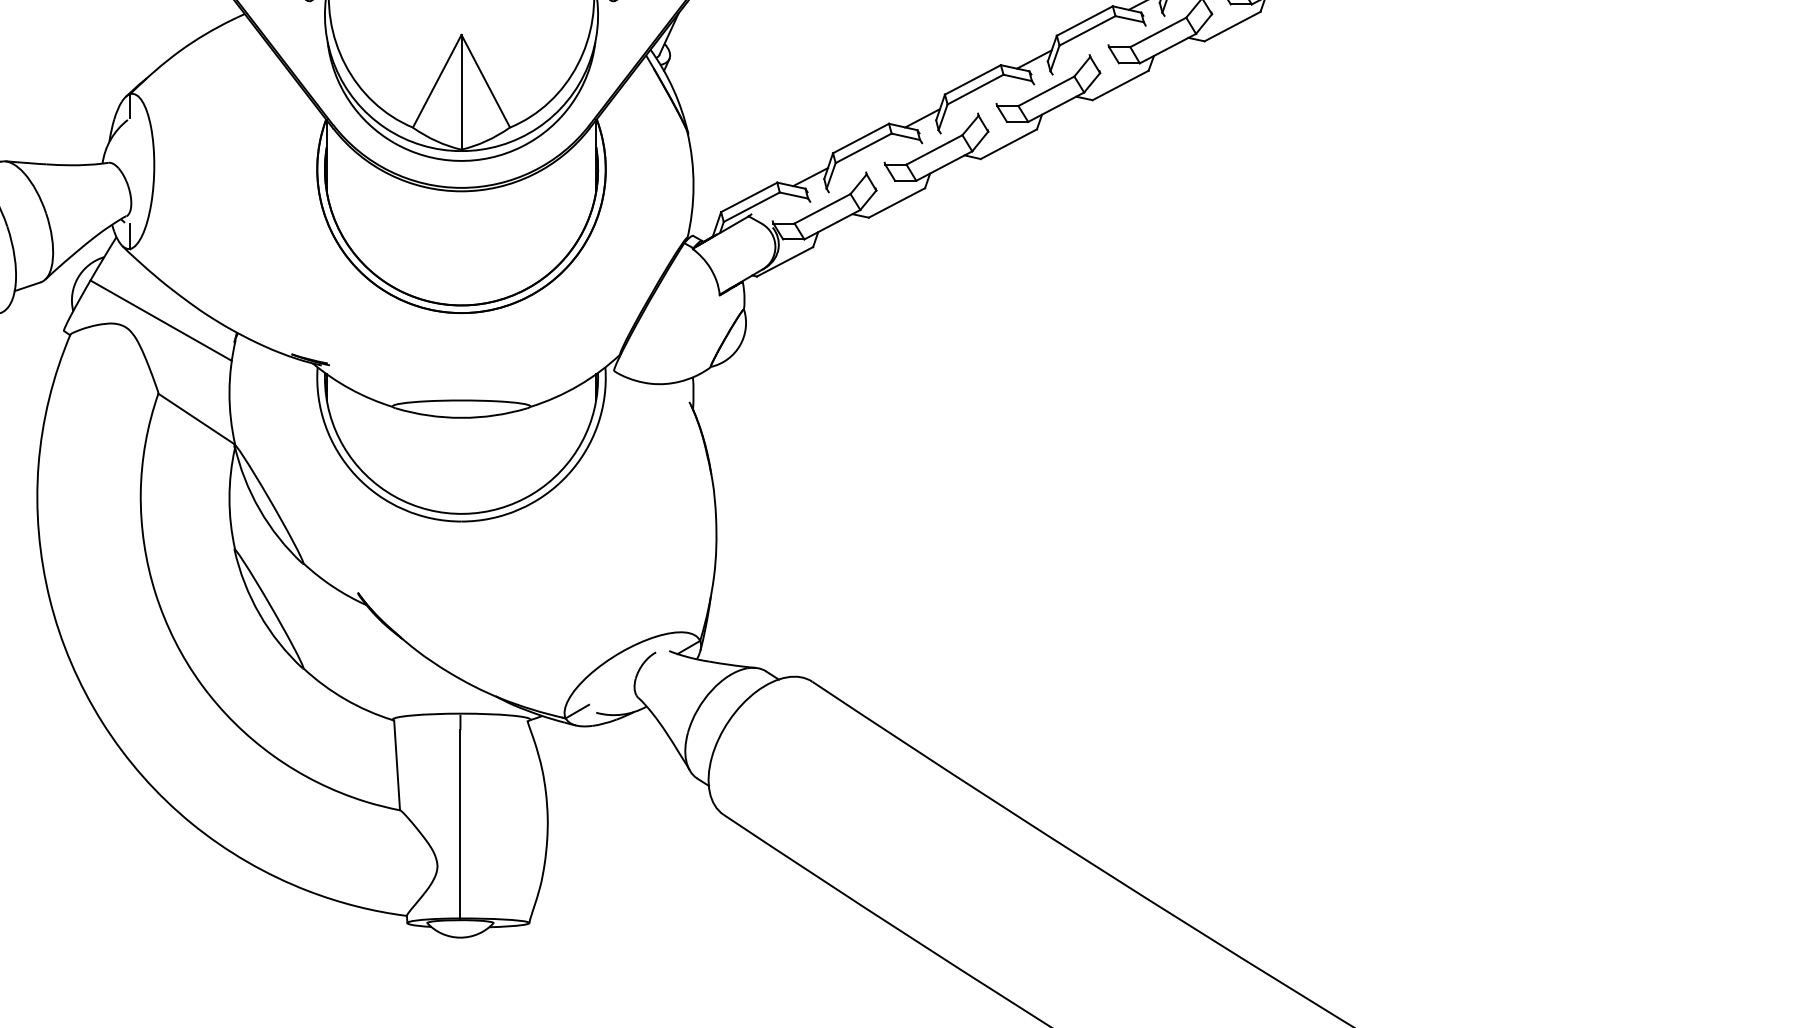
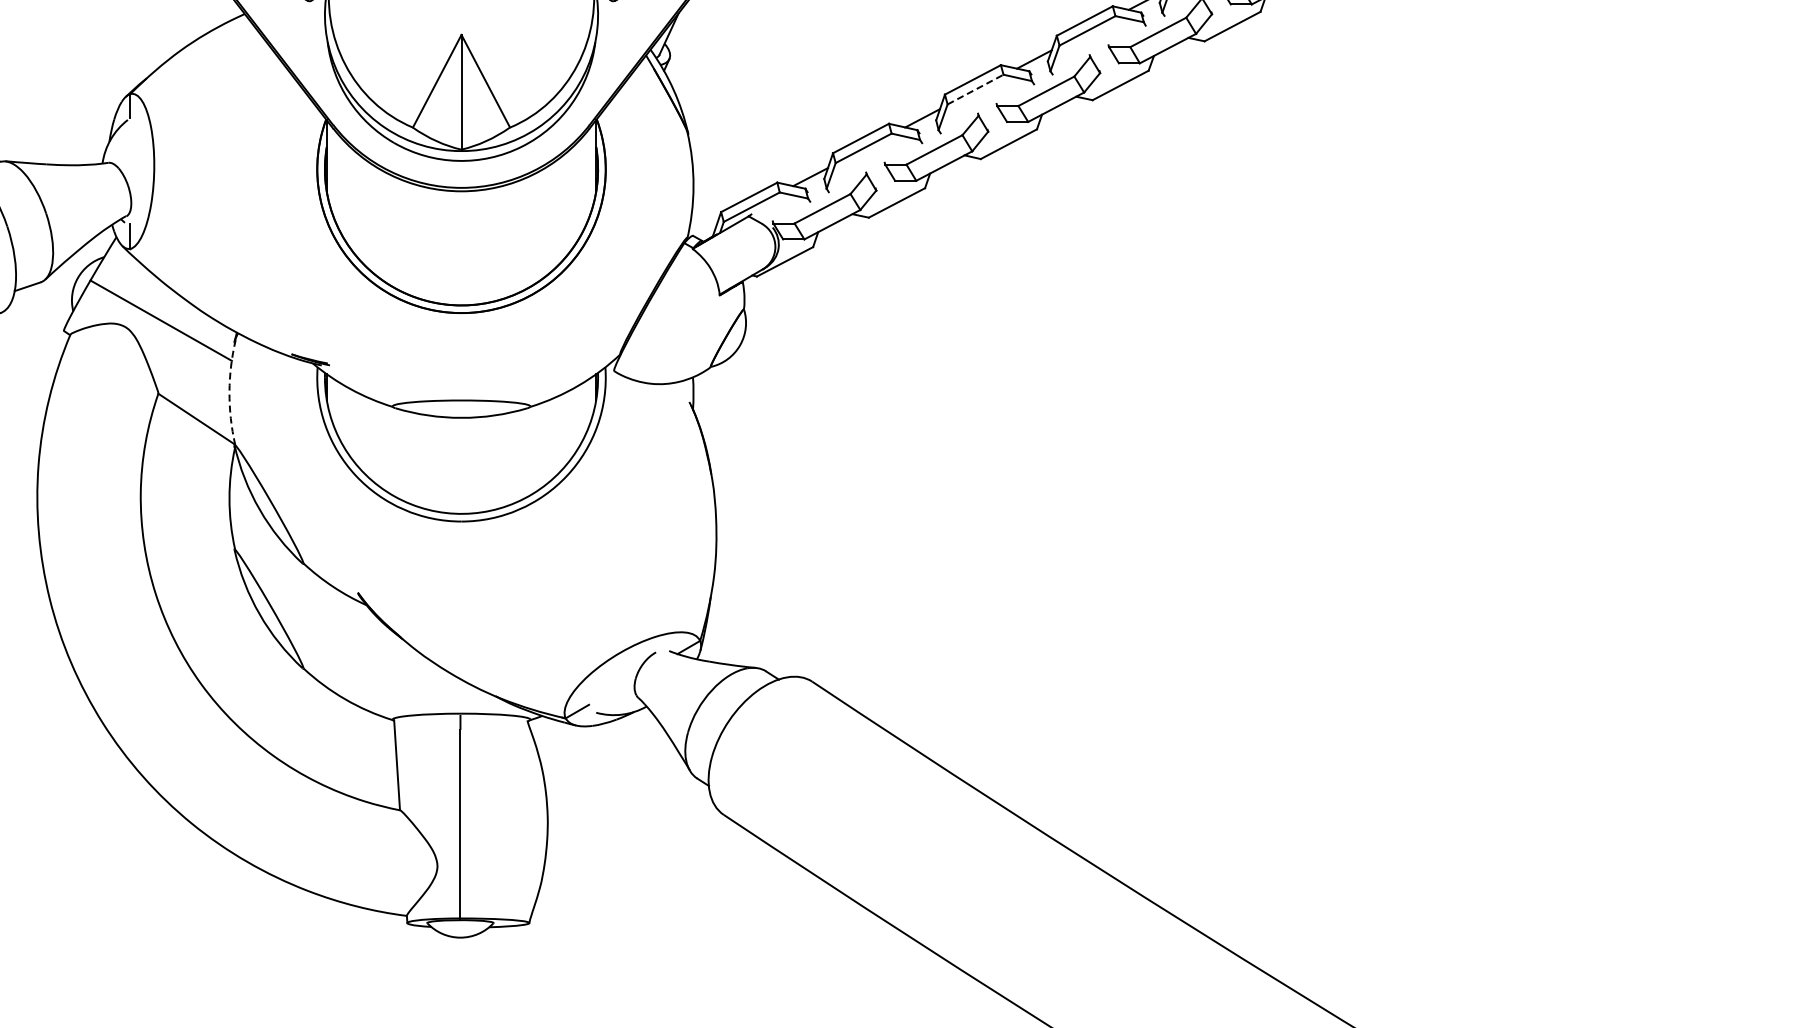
line at (975, 89): solid -> dashed
arc at (229, 392): solid -> dashed
